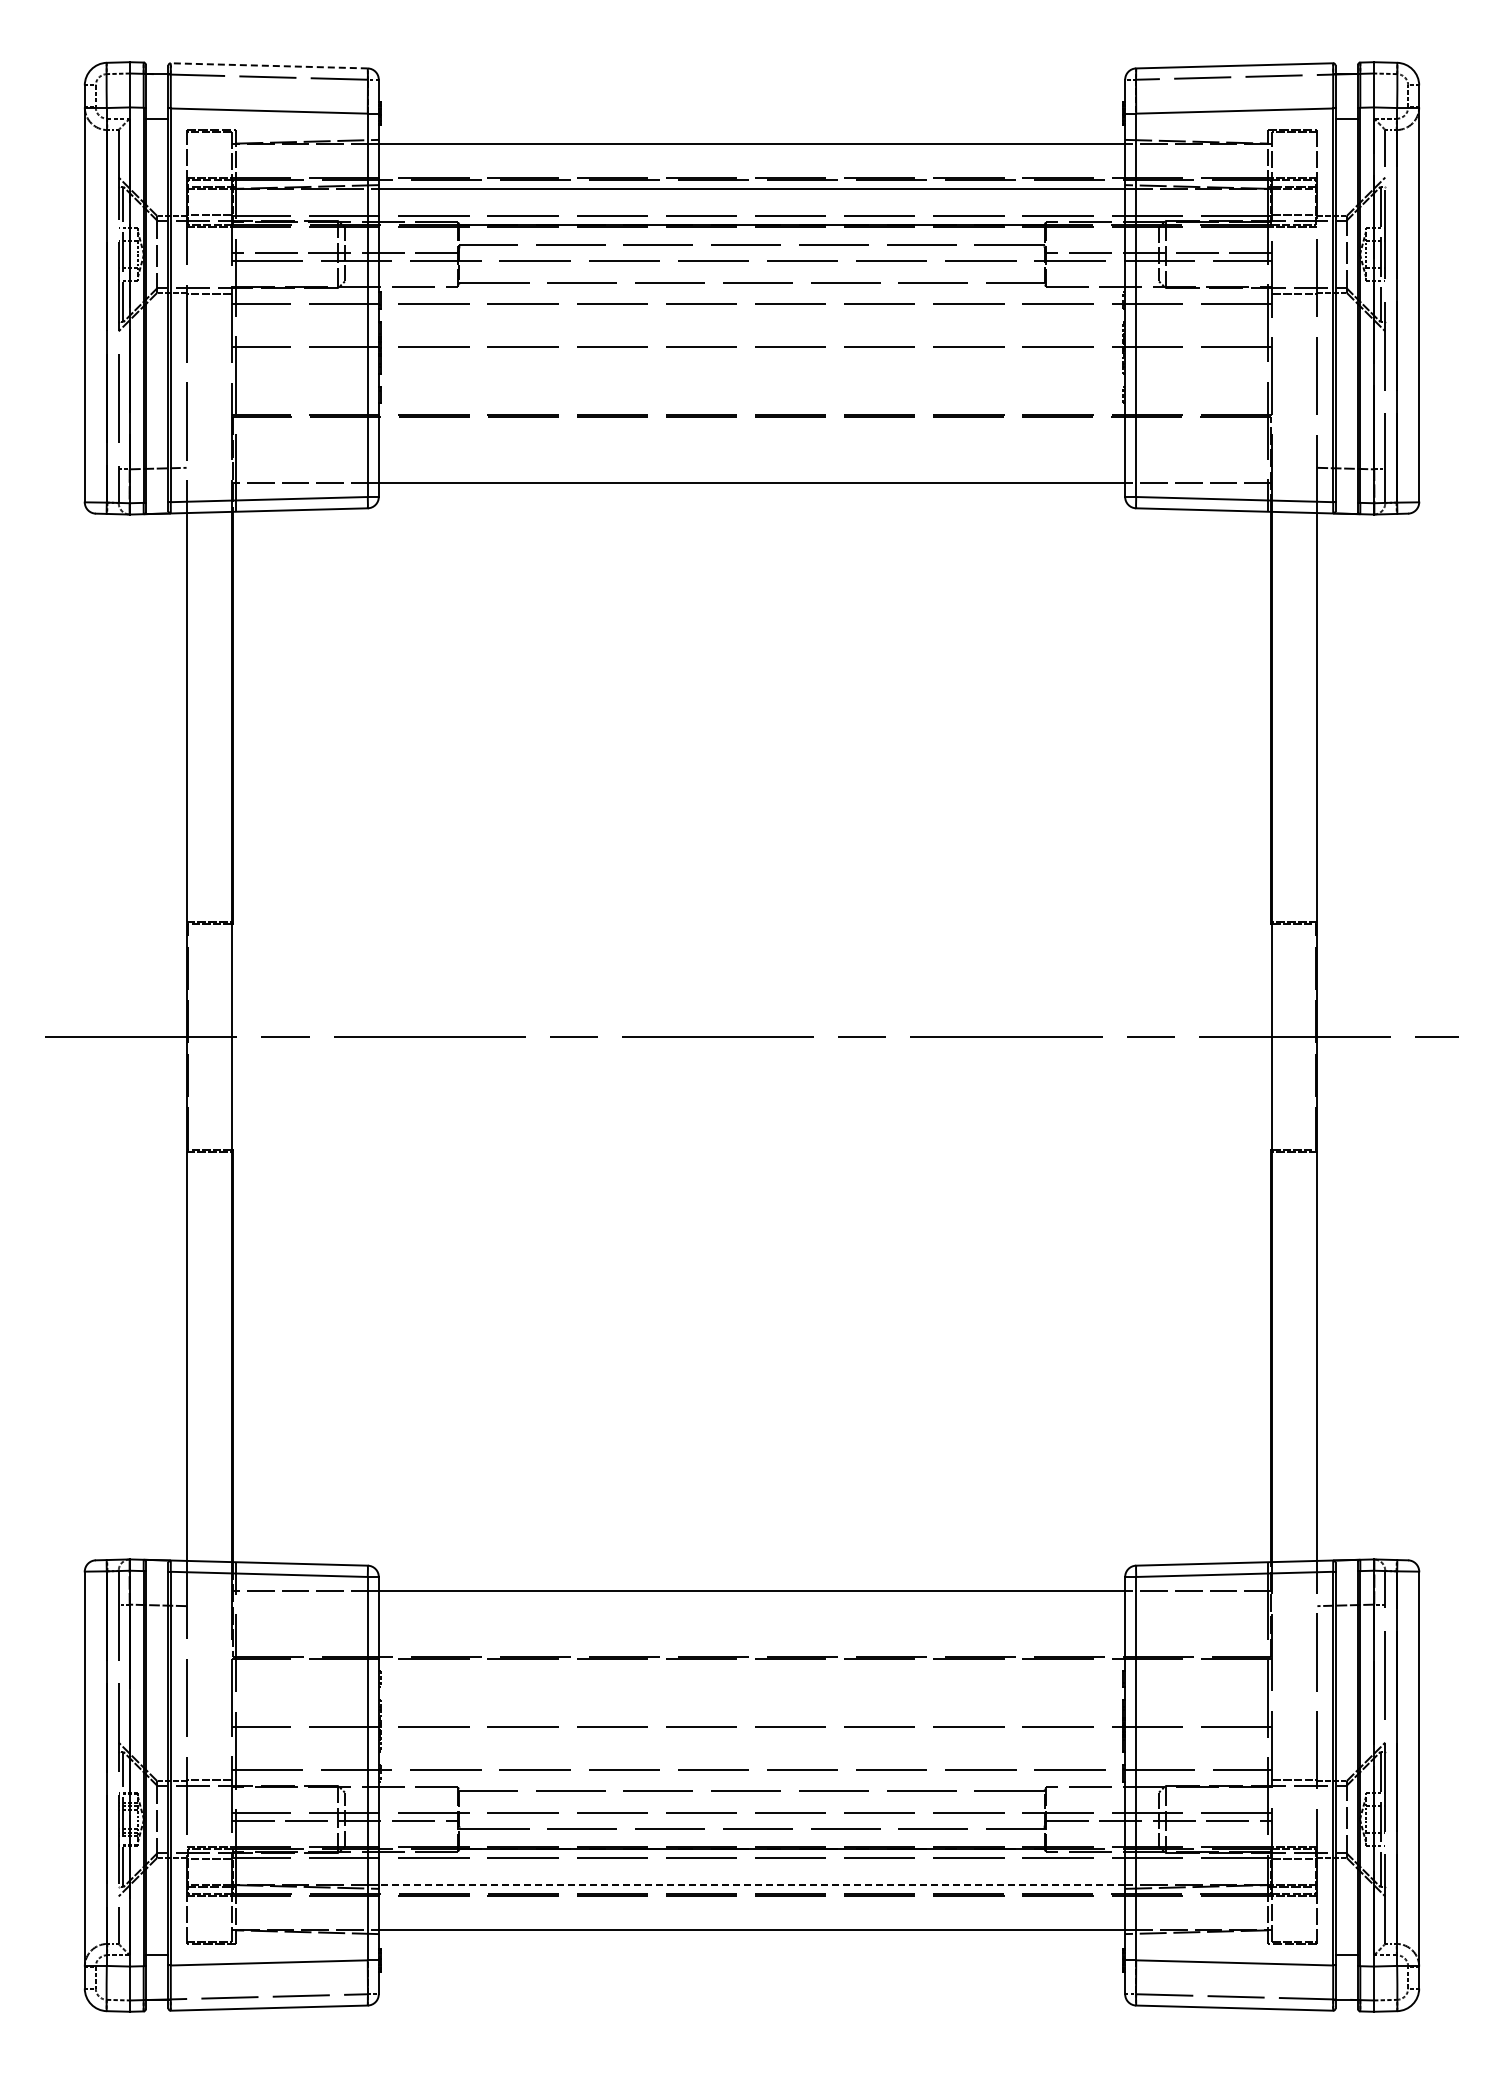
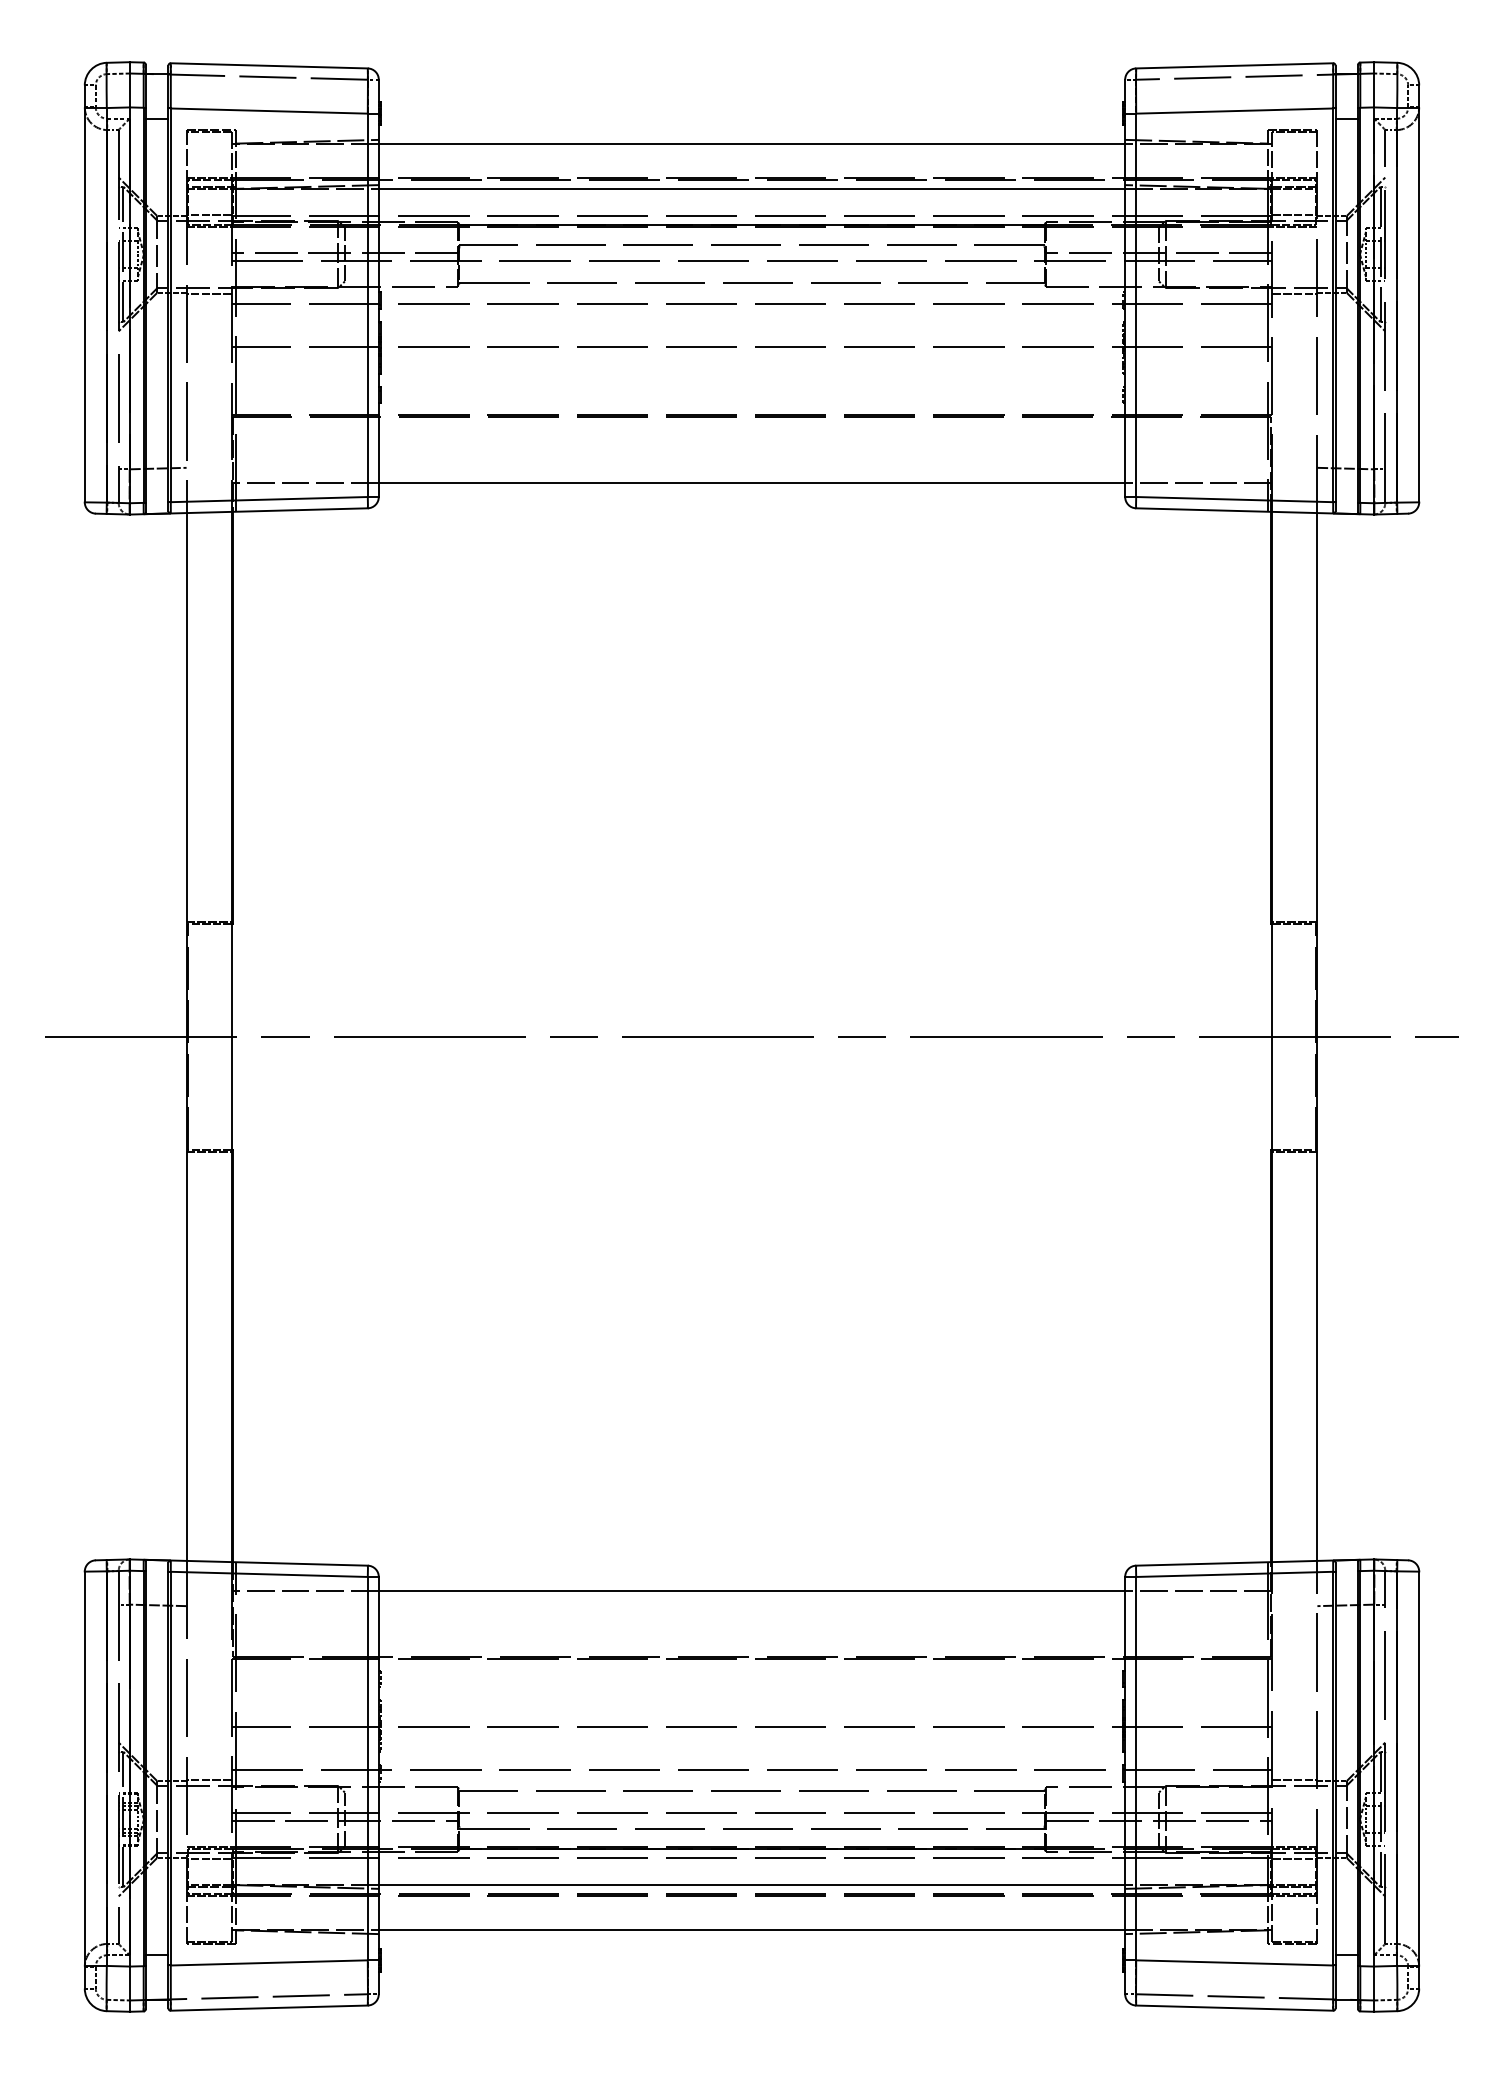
line at (269, 65): dashed -> solid
line at (751, 1885): dashed -> solid
